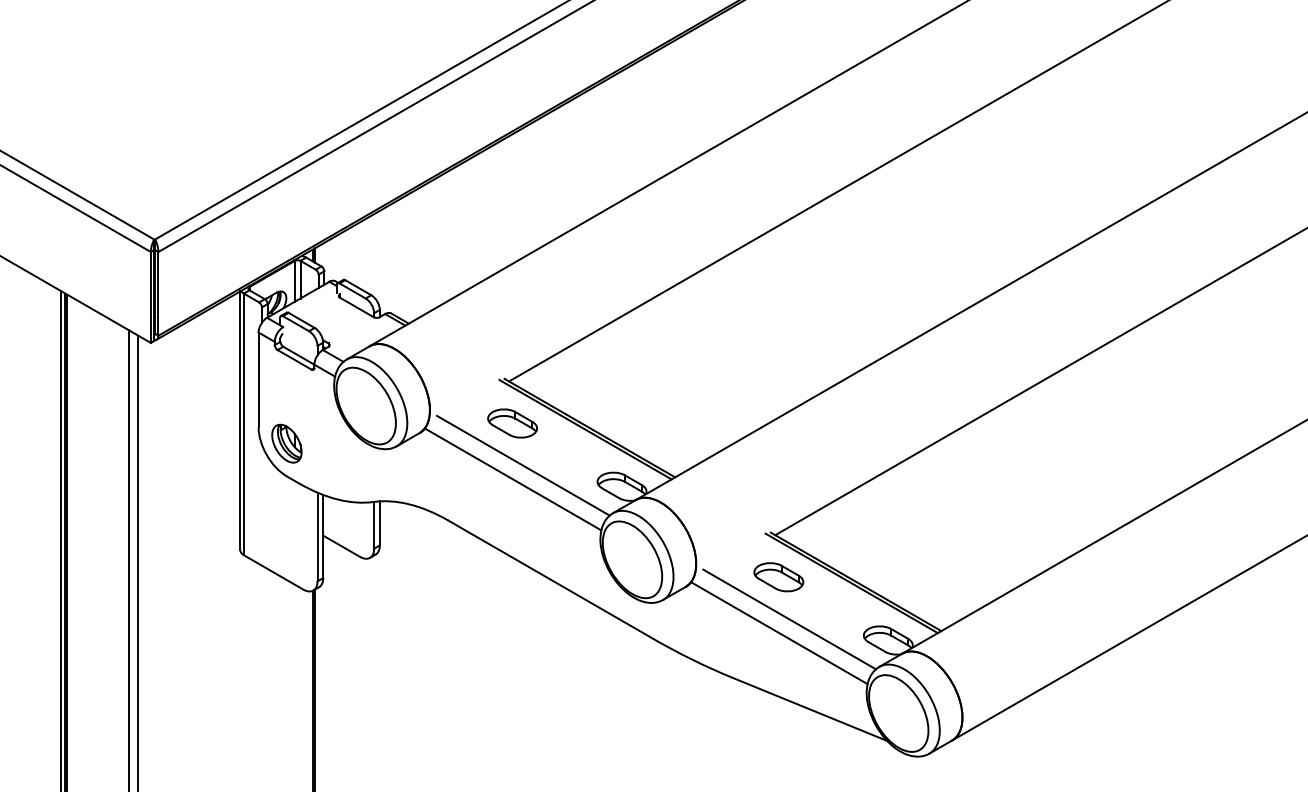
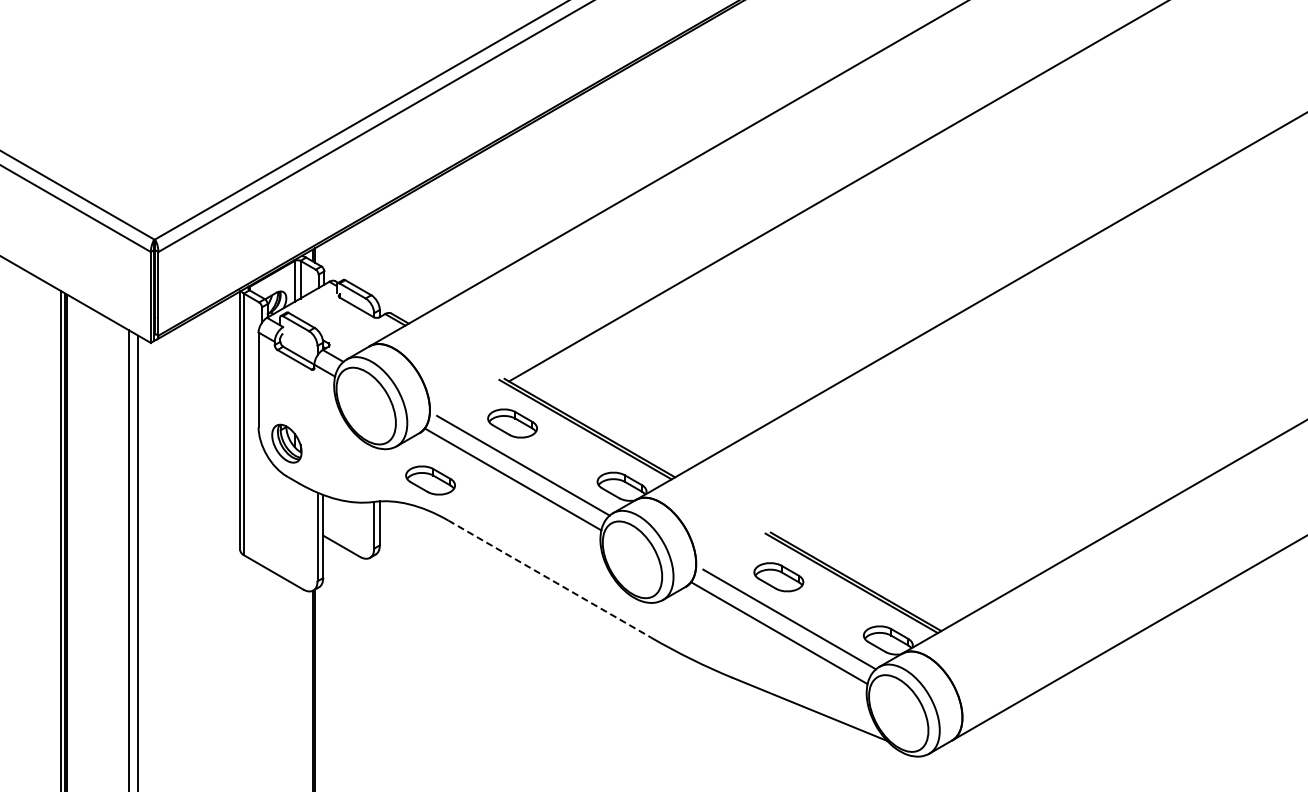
line at (1039, 382): present -> none
part at (430, 480): none -> present
line at (549, 578): solid -> dashed
